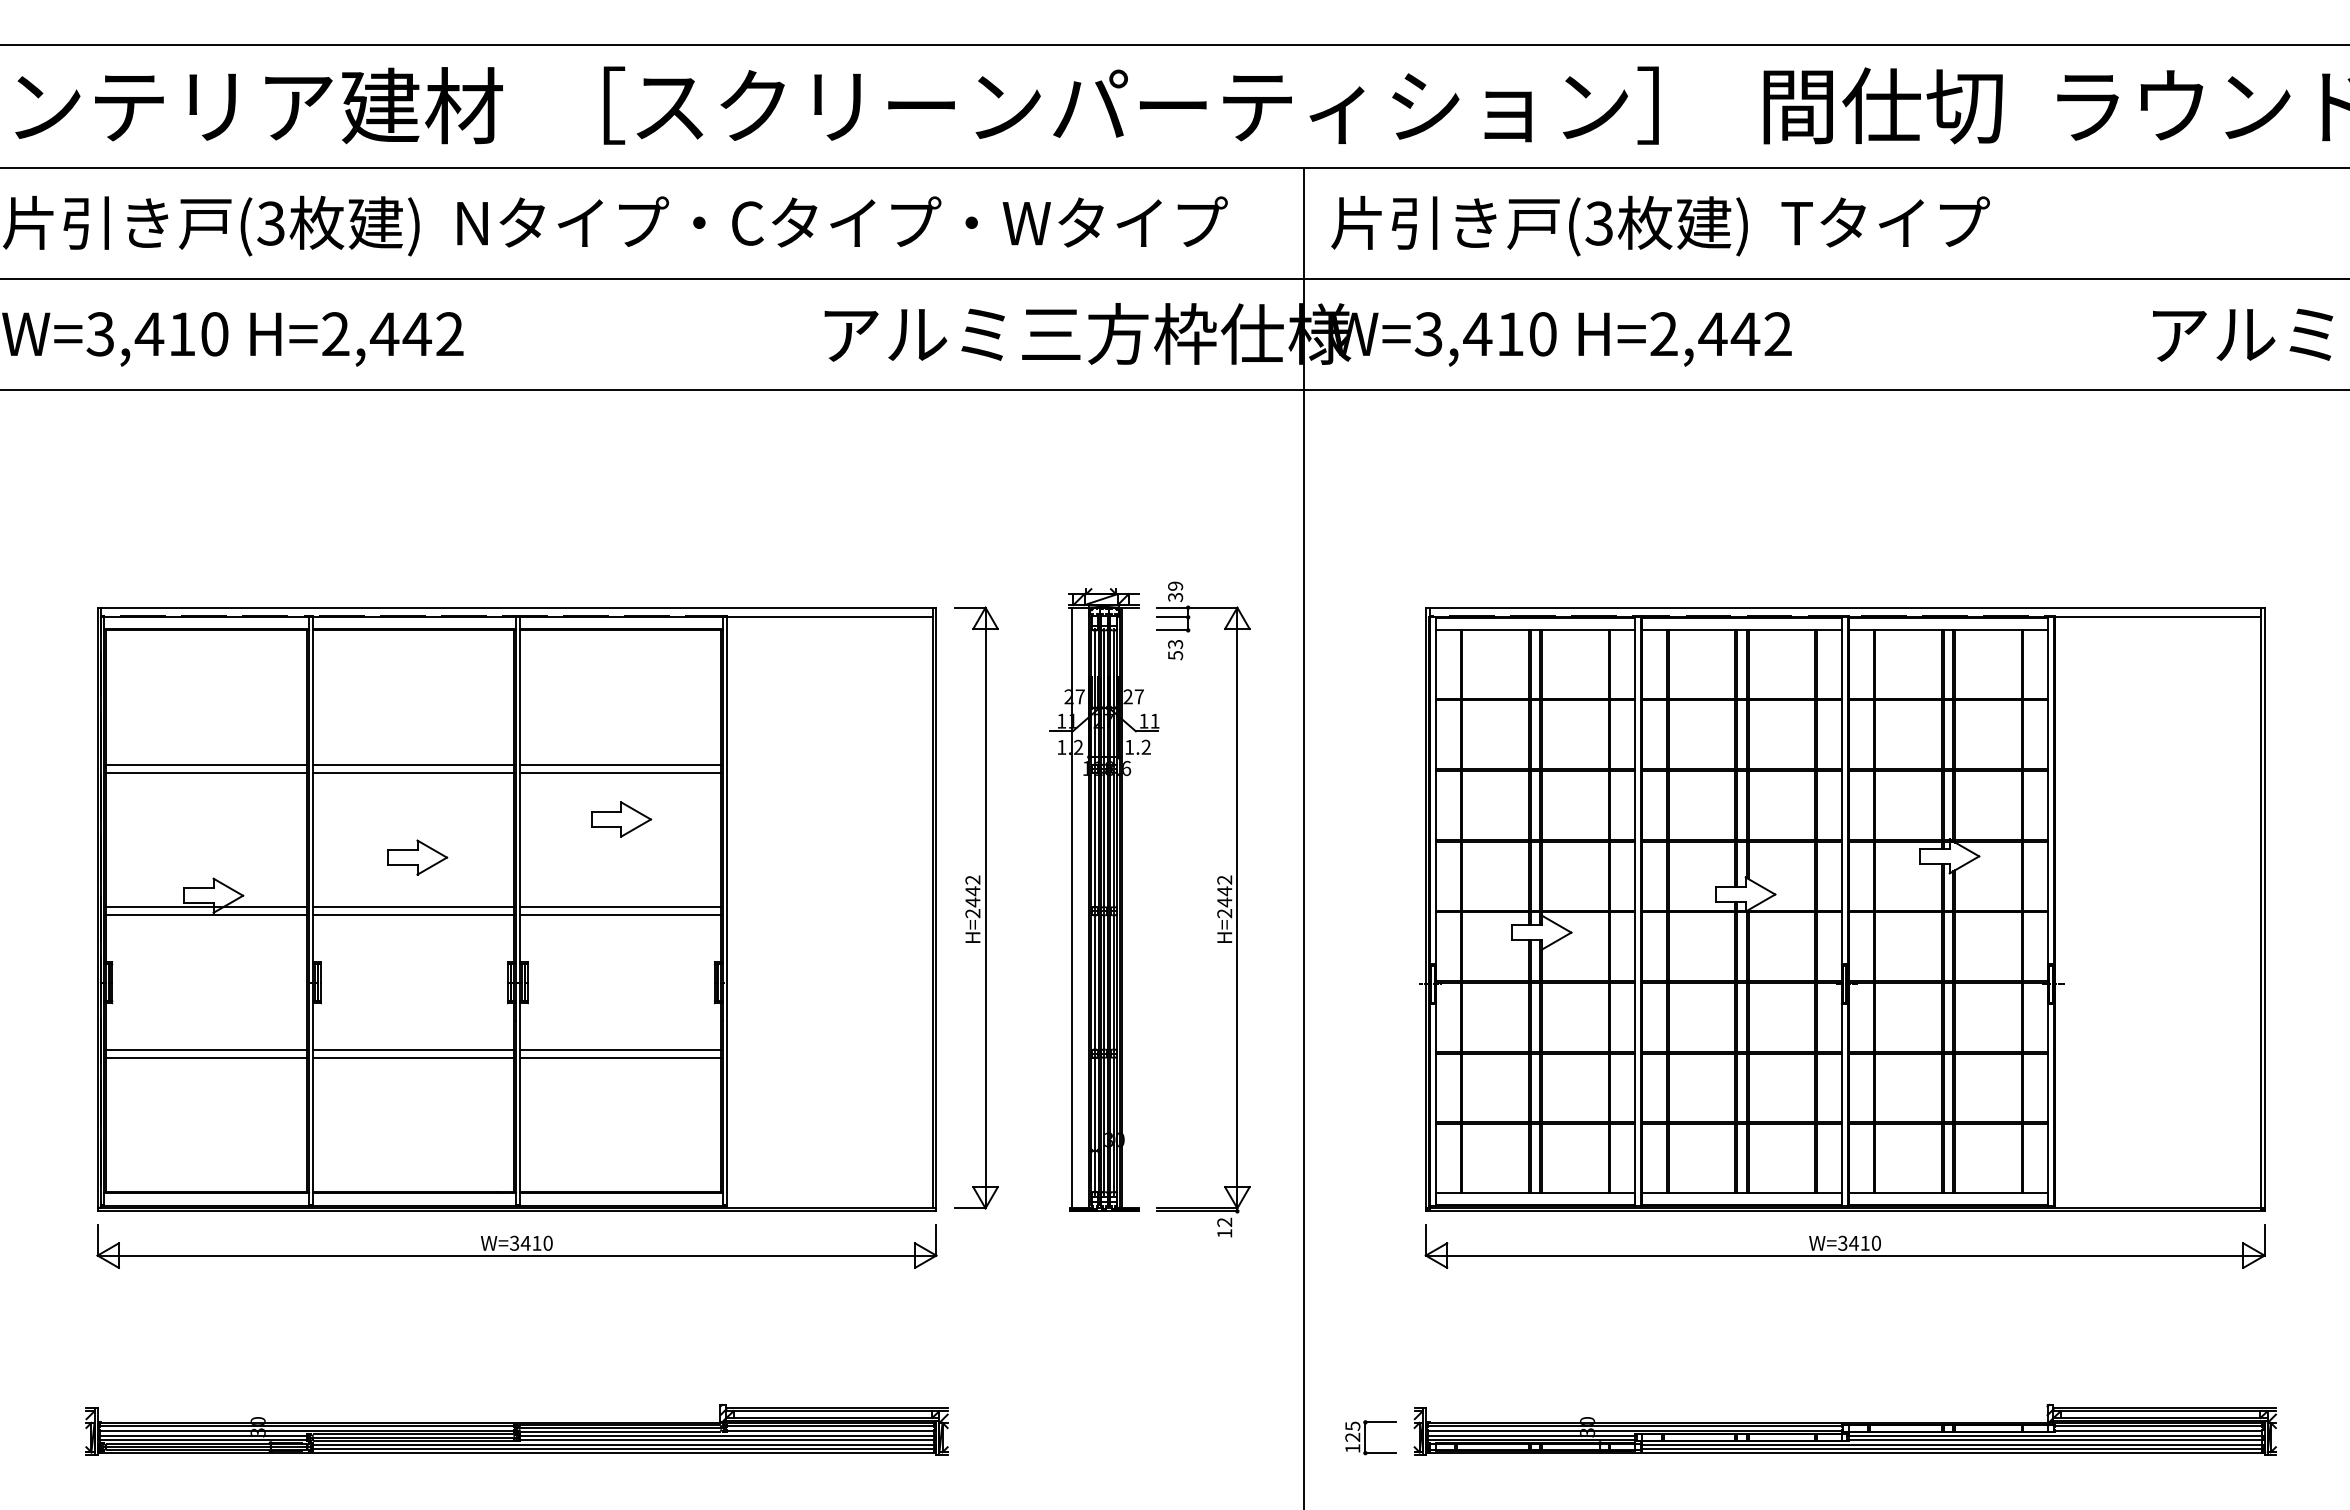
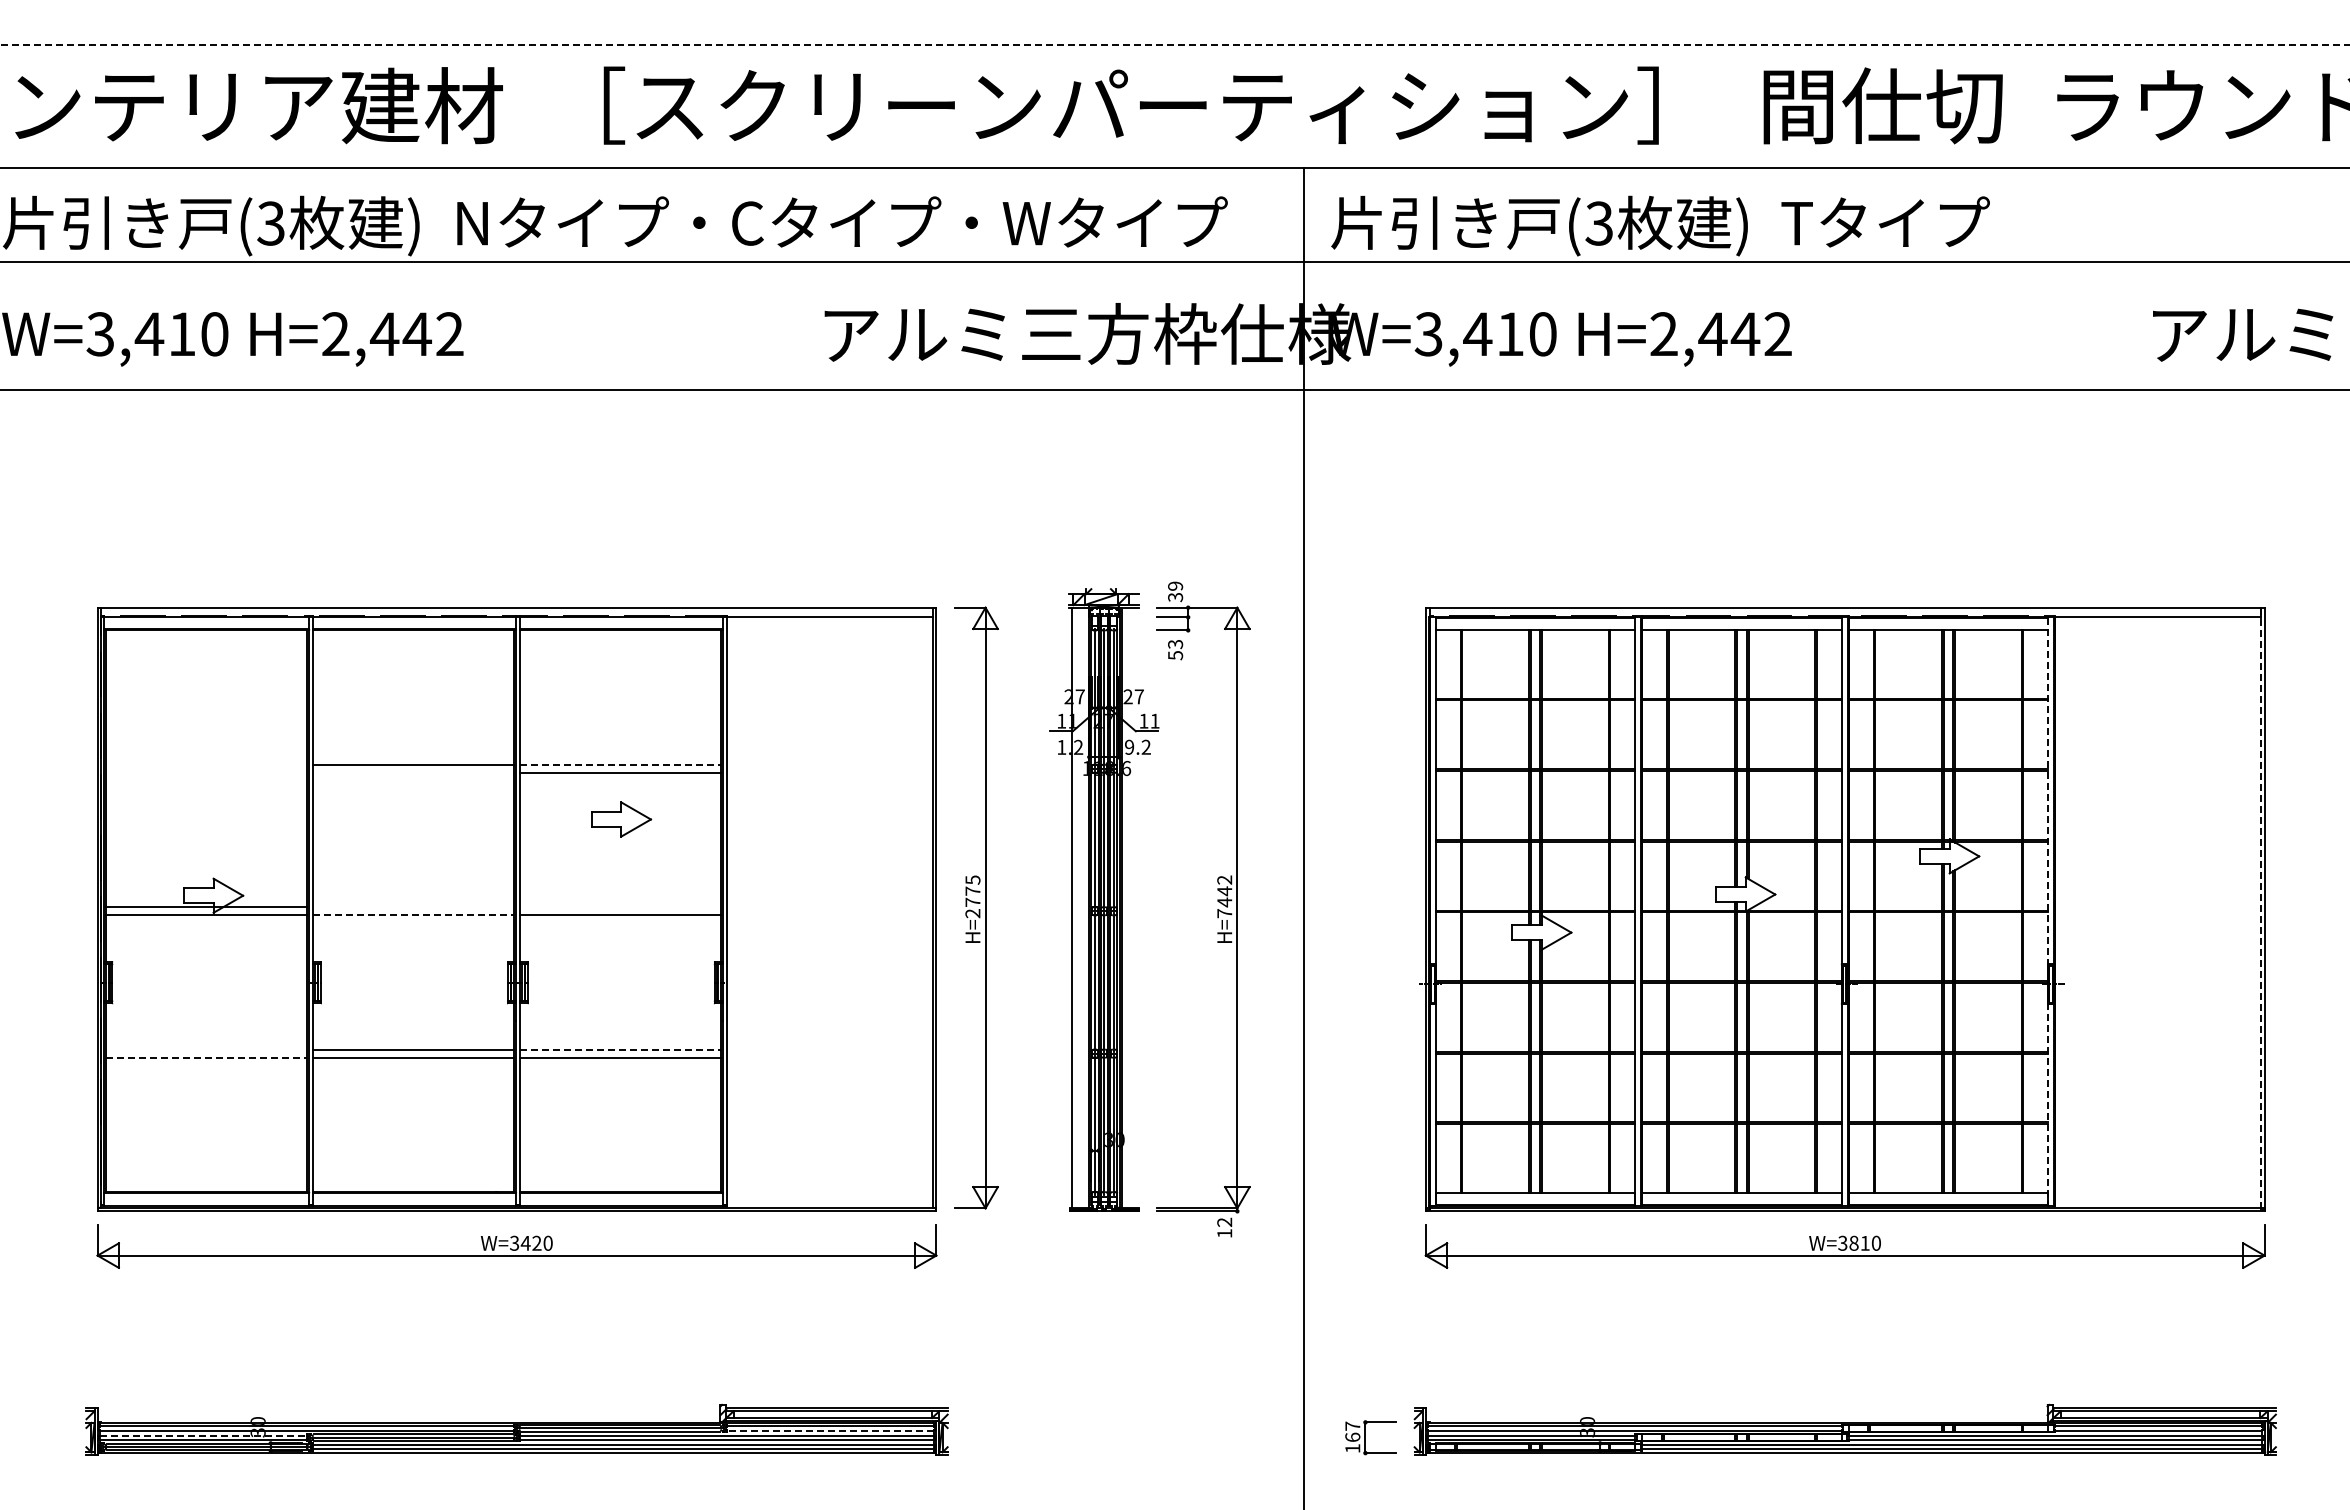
line at (1175, 45): solid -> dashed
line at (1174, 278) position: (1174, 278) -> (1174, 261)
text at (1129, 746): 1.2 -> 9.2
line at (206, 764): present -> none
line at (620, 764): solid -> dashed
line at (206, 772): present -> none
line at (413, 772): present -> none
part at (417, 857): present -> none
text at (972, 891): H=2442 -> H=2775
line at (413, 907): present -> none
line at (620, 907): present -> none
line at (2260, 909): solid -> dashed
line at (2048, 912): solid -> dashed
text at (1224, 913): H=2442 -> H=7442
line at (413, 915): solid -> dashed
line at (206, 1049): present -> none
line at (620, 1049): solid -> dashed
line at (206, 1057): solid -> dashed
text at (536, 1242): W=3410 -> W=3420
text at (1853, 1242): W=3410 -> W=3810
line at (830, 1430): solid -> dashed
text at (1352, 1431): 125 -> 167
line at (203, 1435): solid -> dashed
